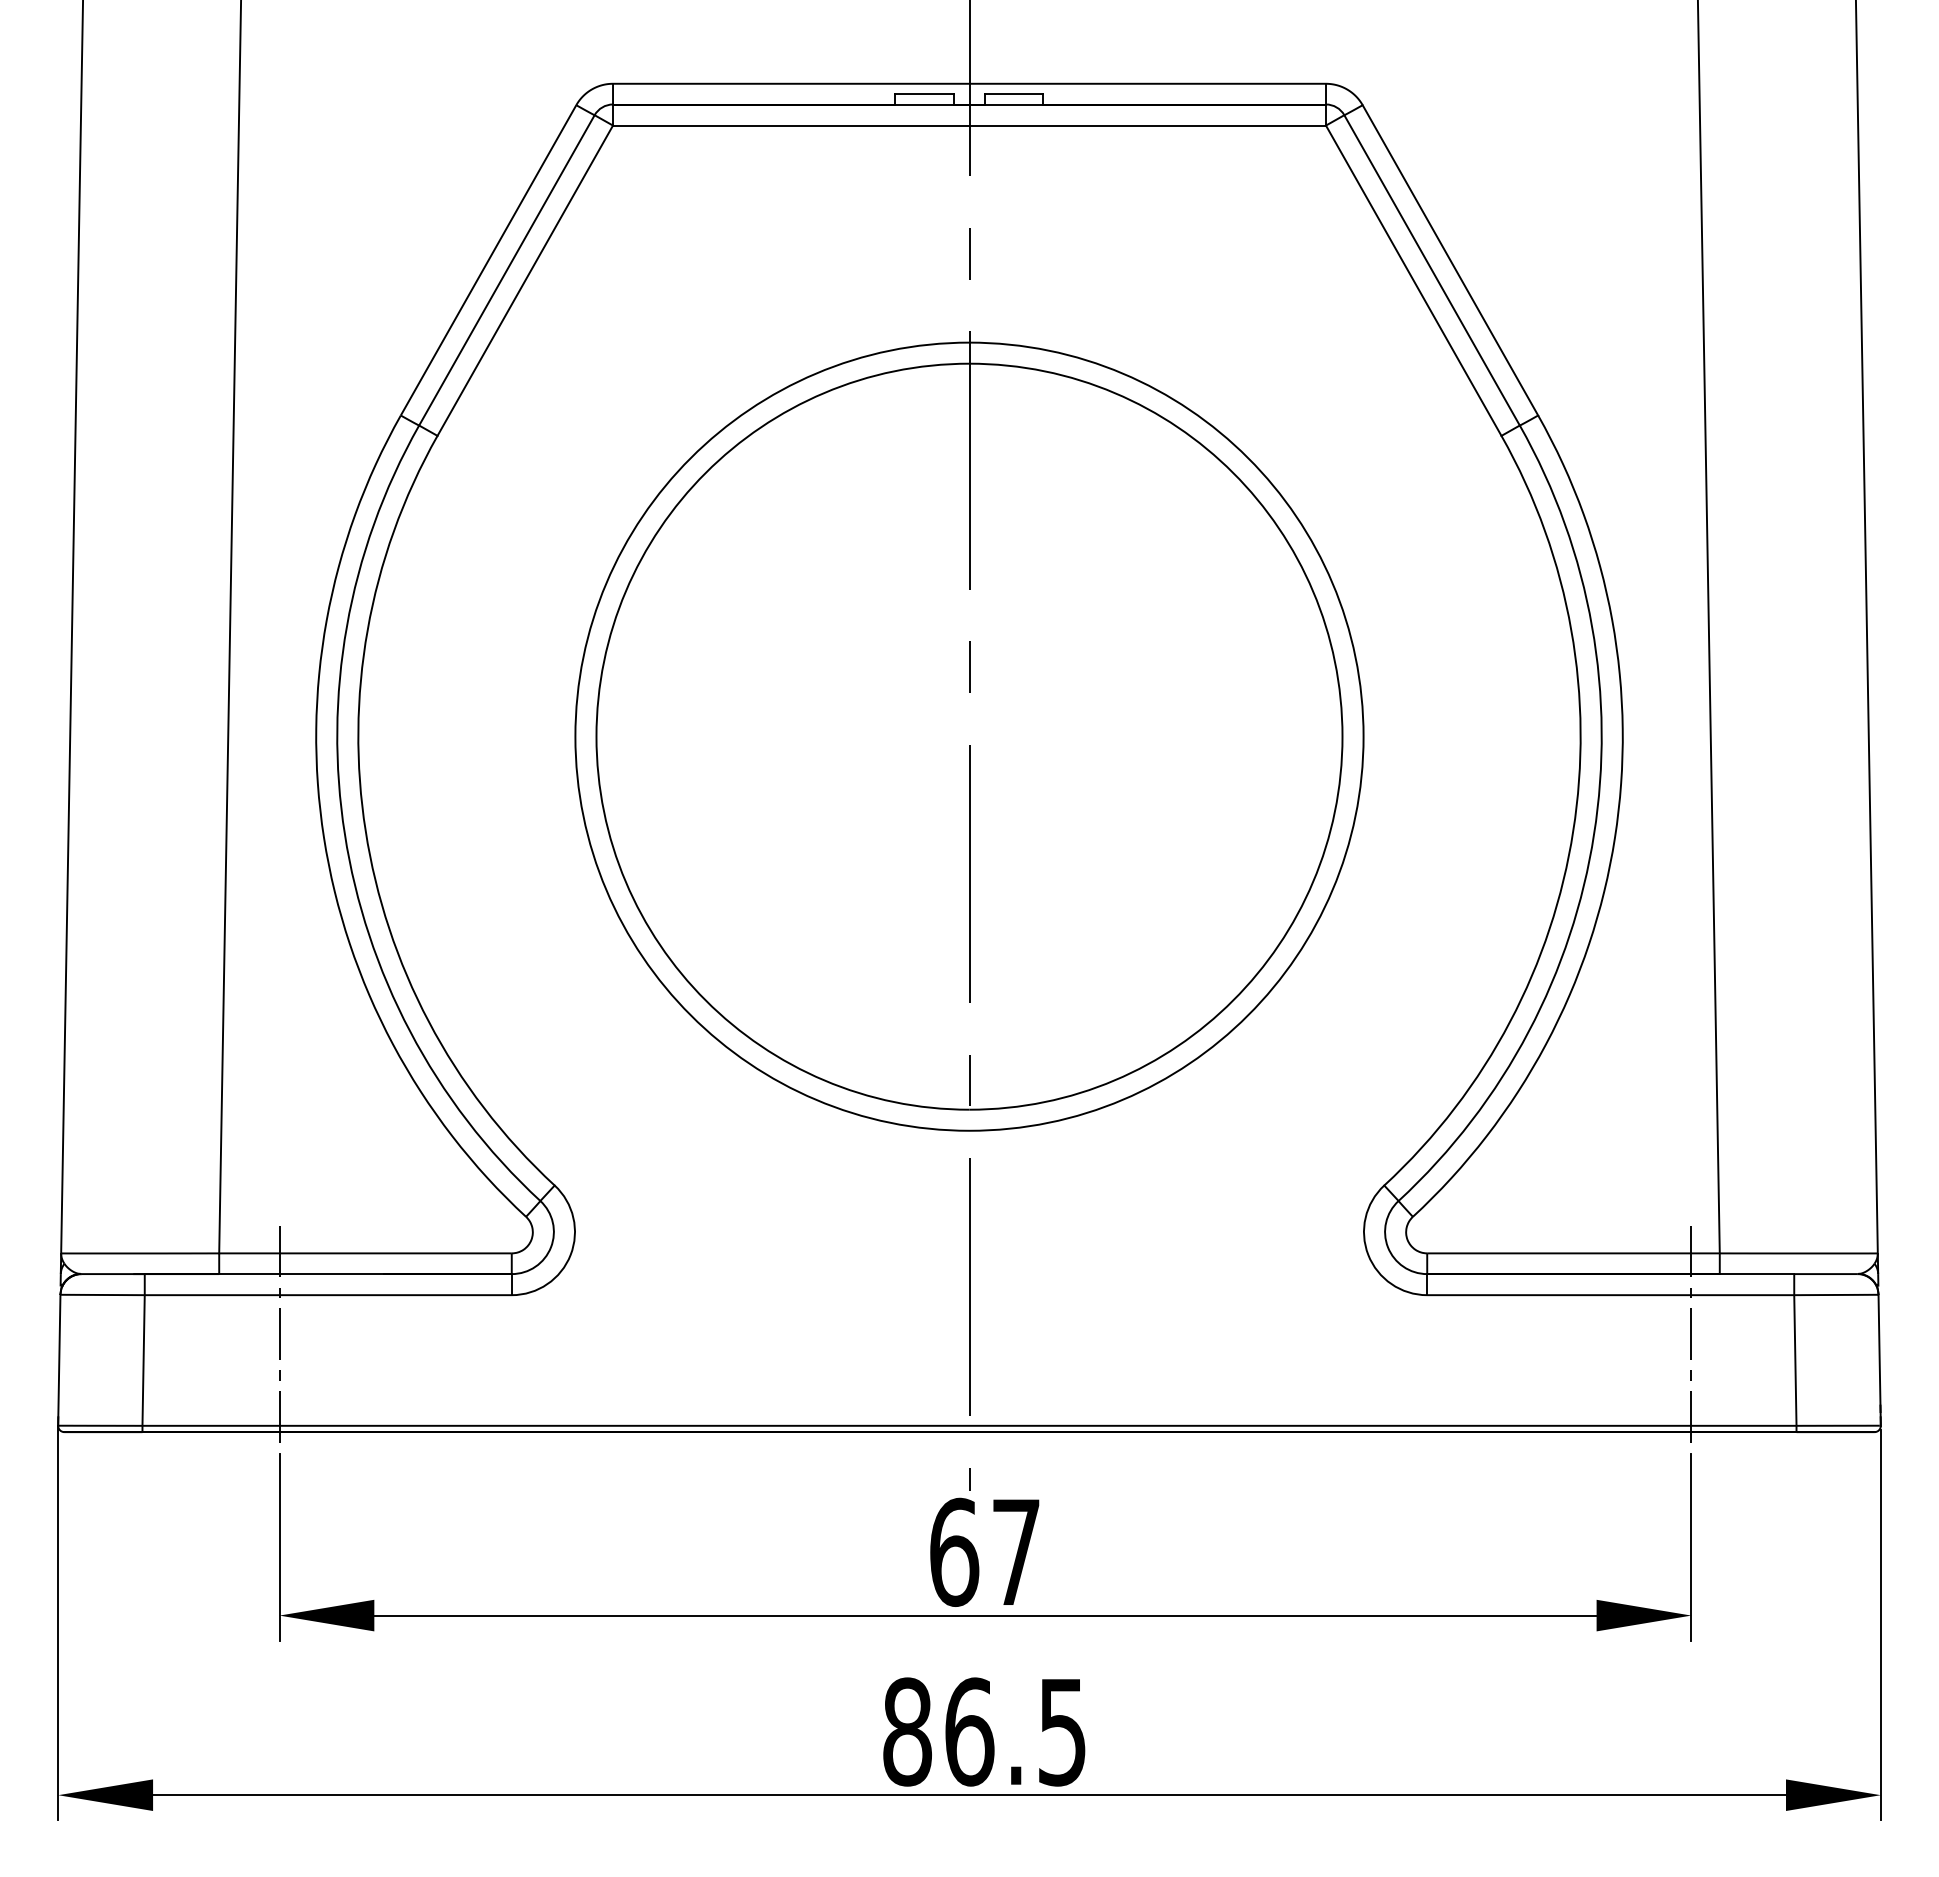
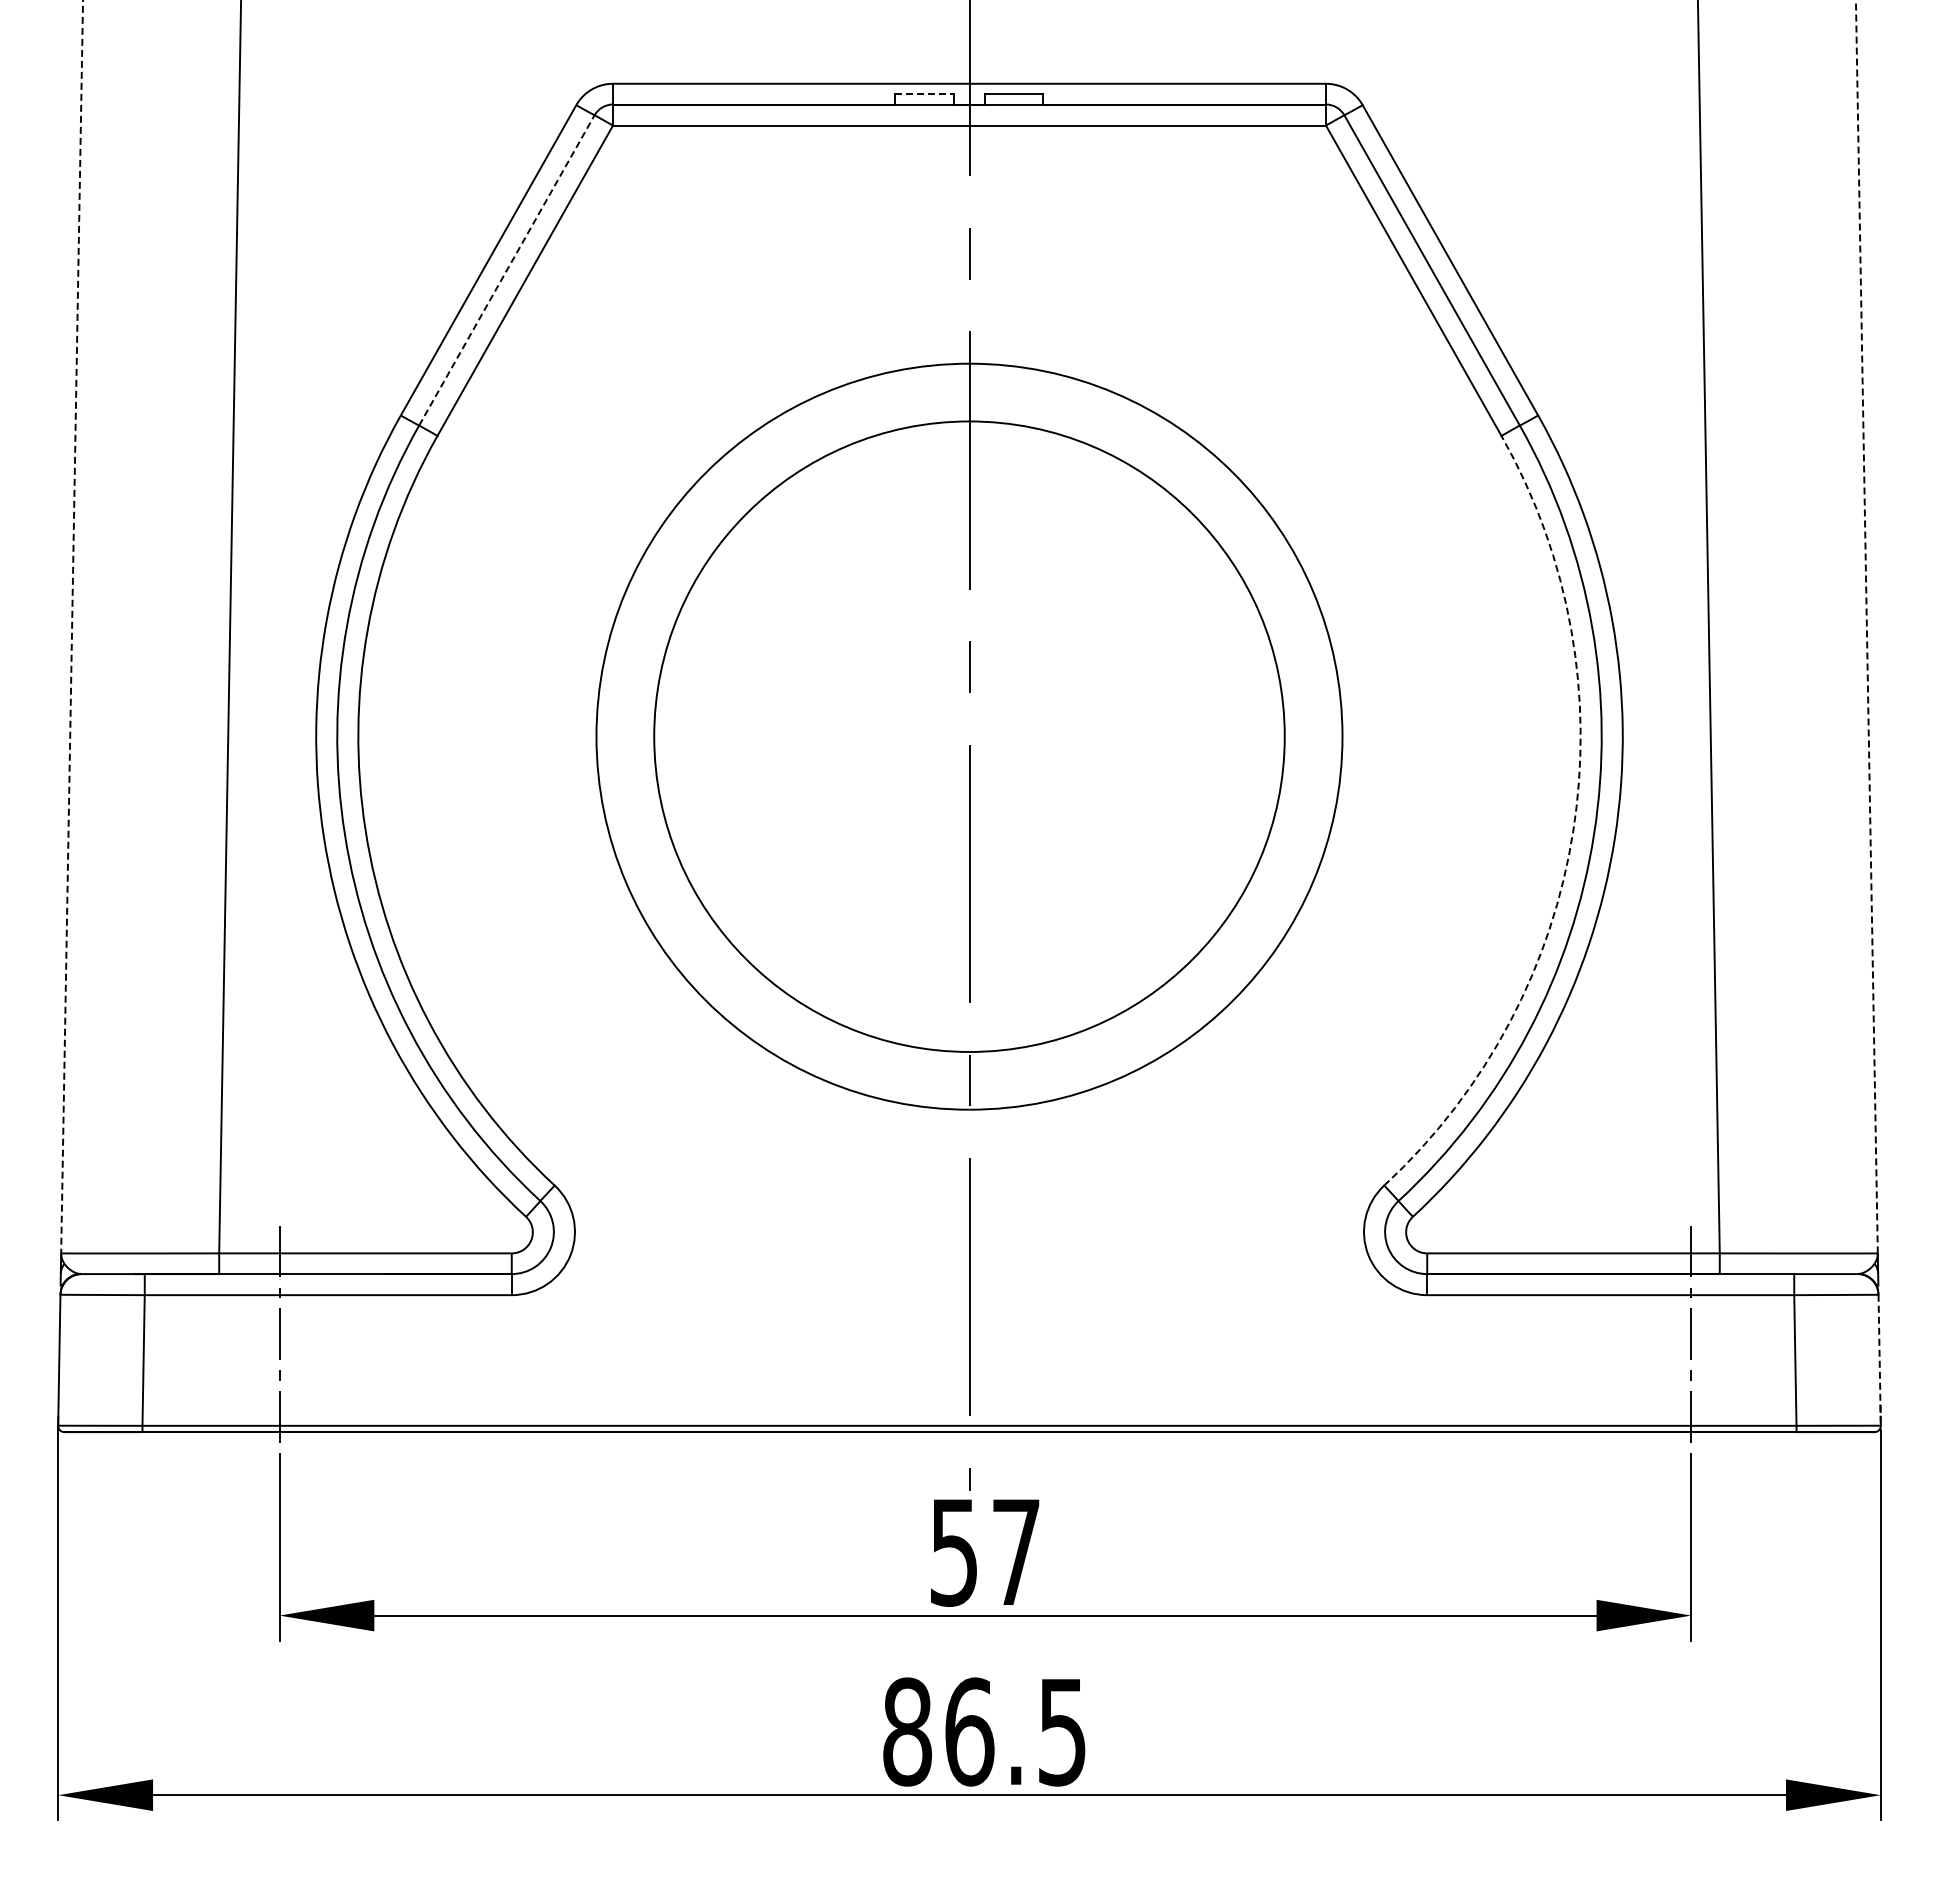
line at (925, 93): solid -> dashed
line at (507, 269): solid -> dashed
line at (1866, 626): solid -> dashed
line at (72, 627): solid -> dashed
circle at (969, 736) diameter: 788 px -> 631 px
arc at (1573, 831): solid -> dashed
line at (1879, 1360): solid -> dashed
text at (954, 1551): 67 -> 57
